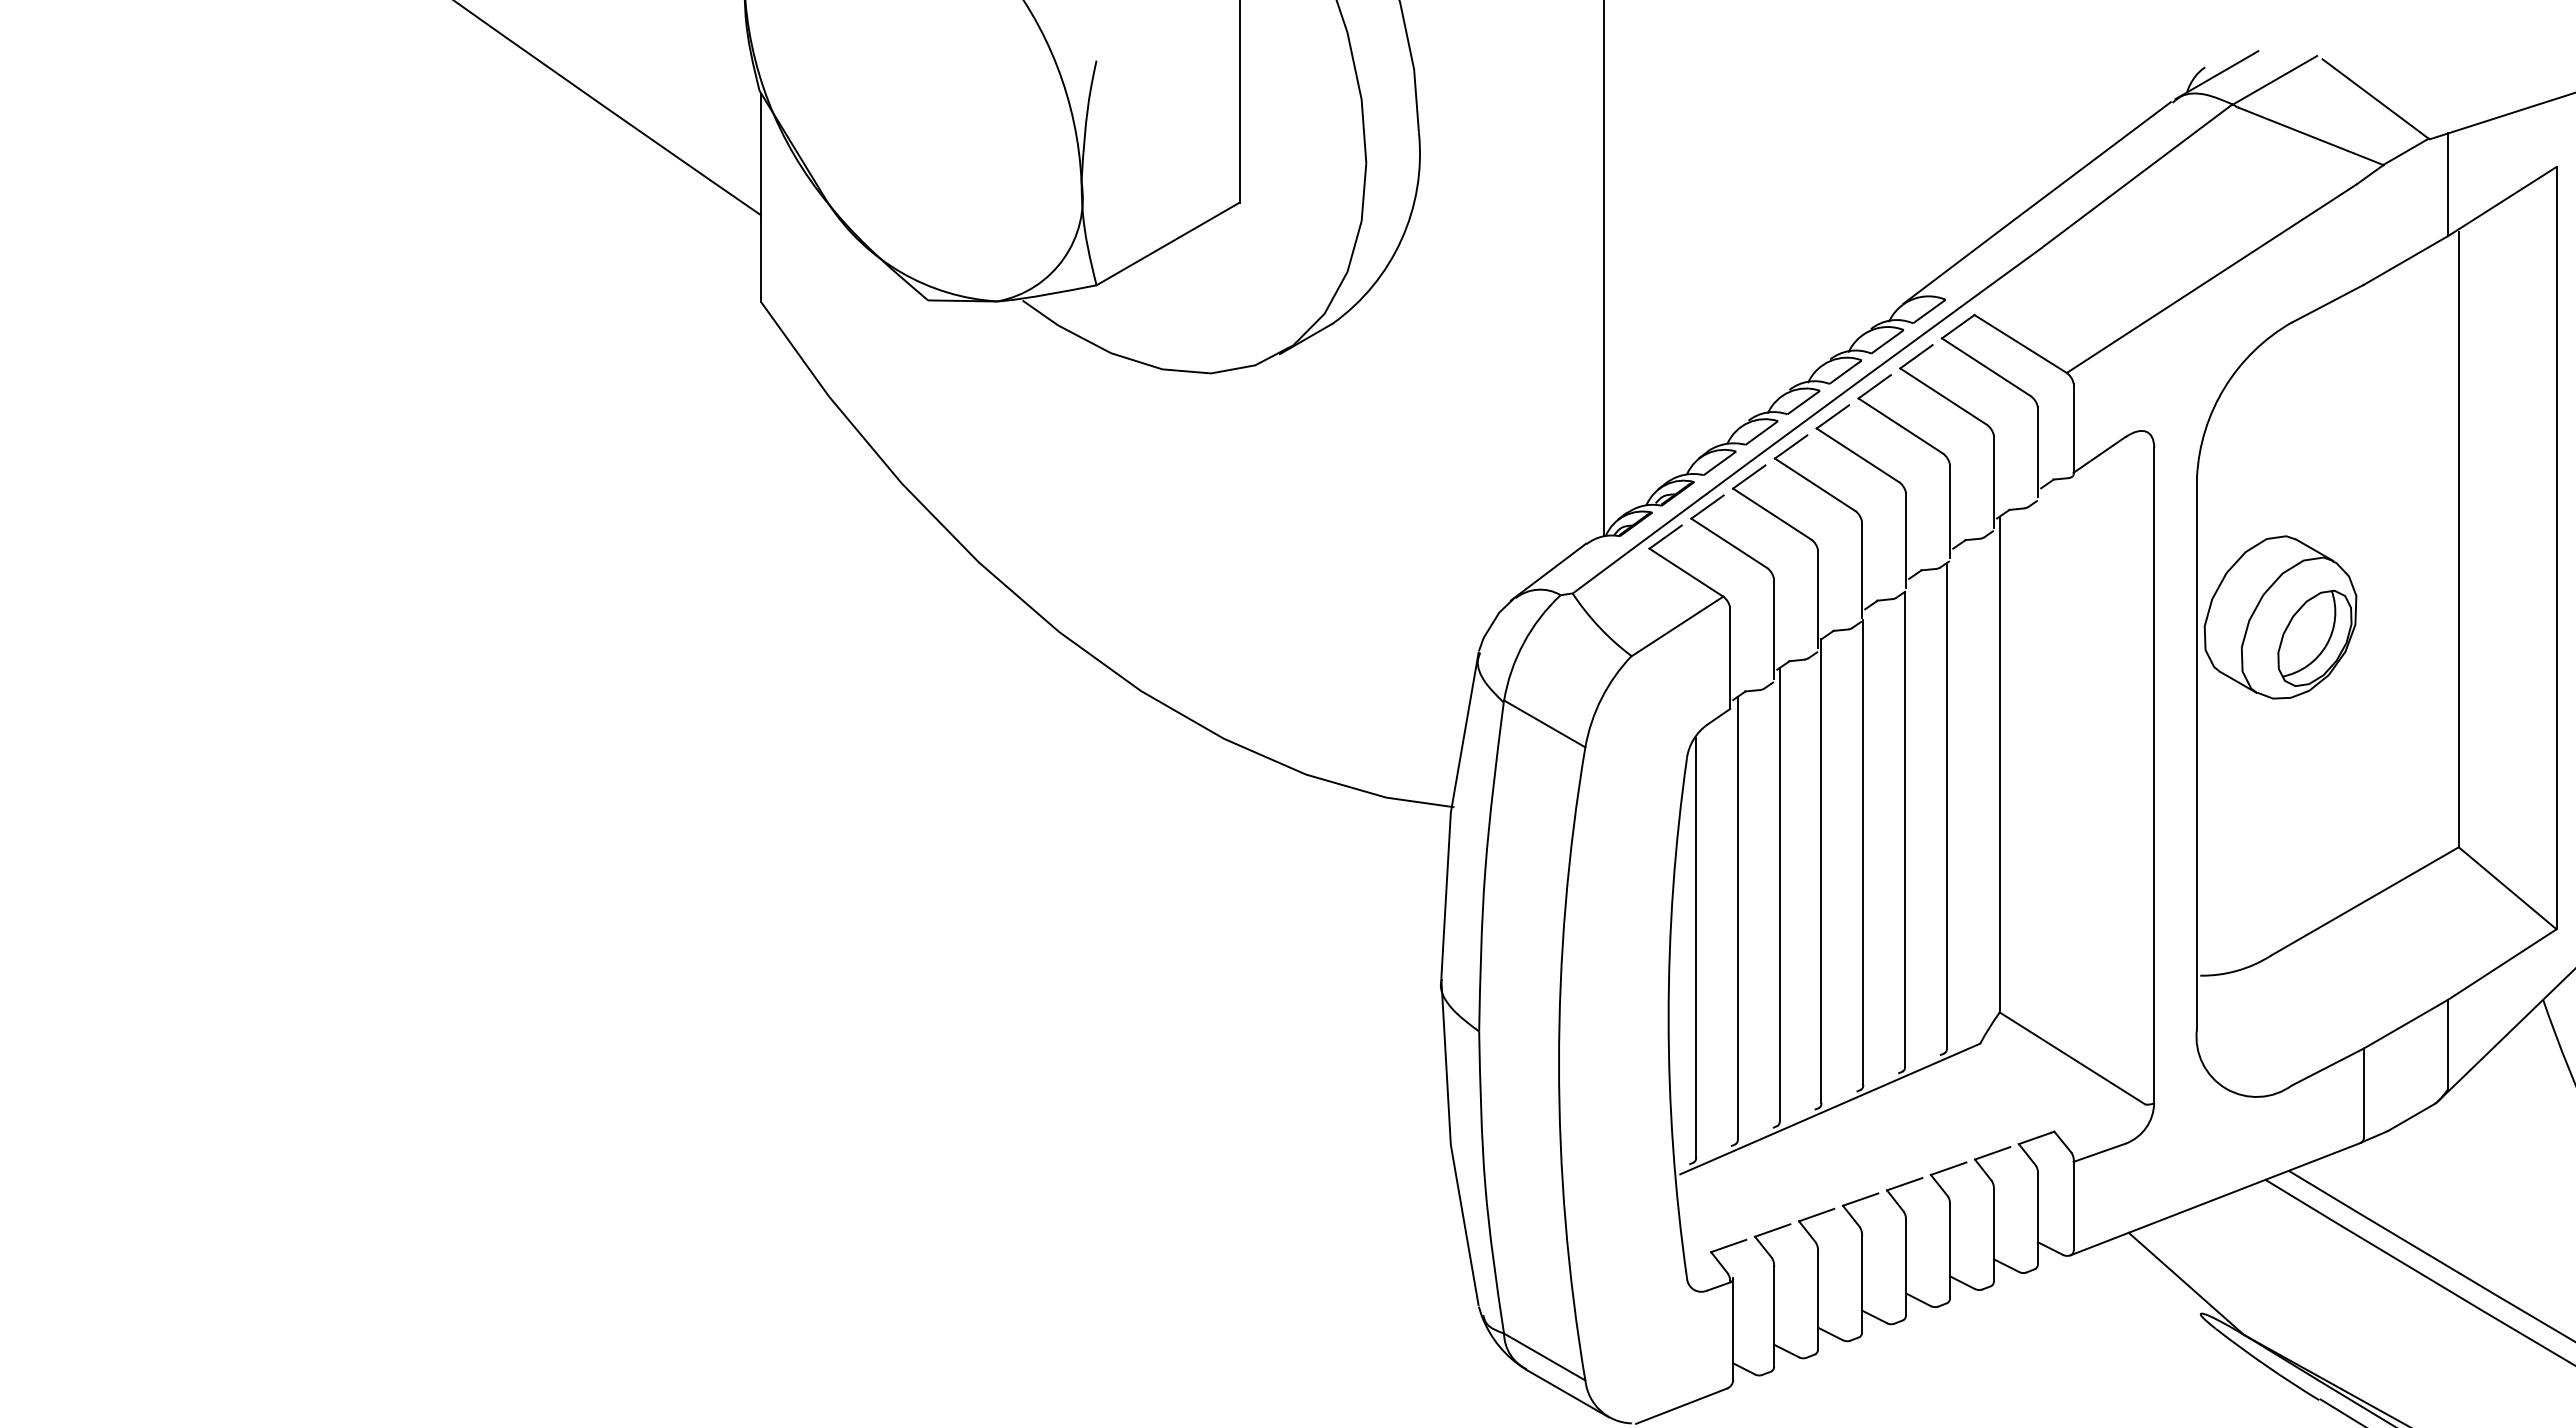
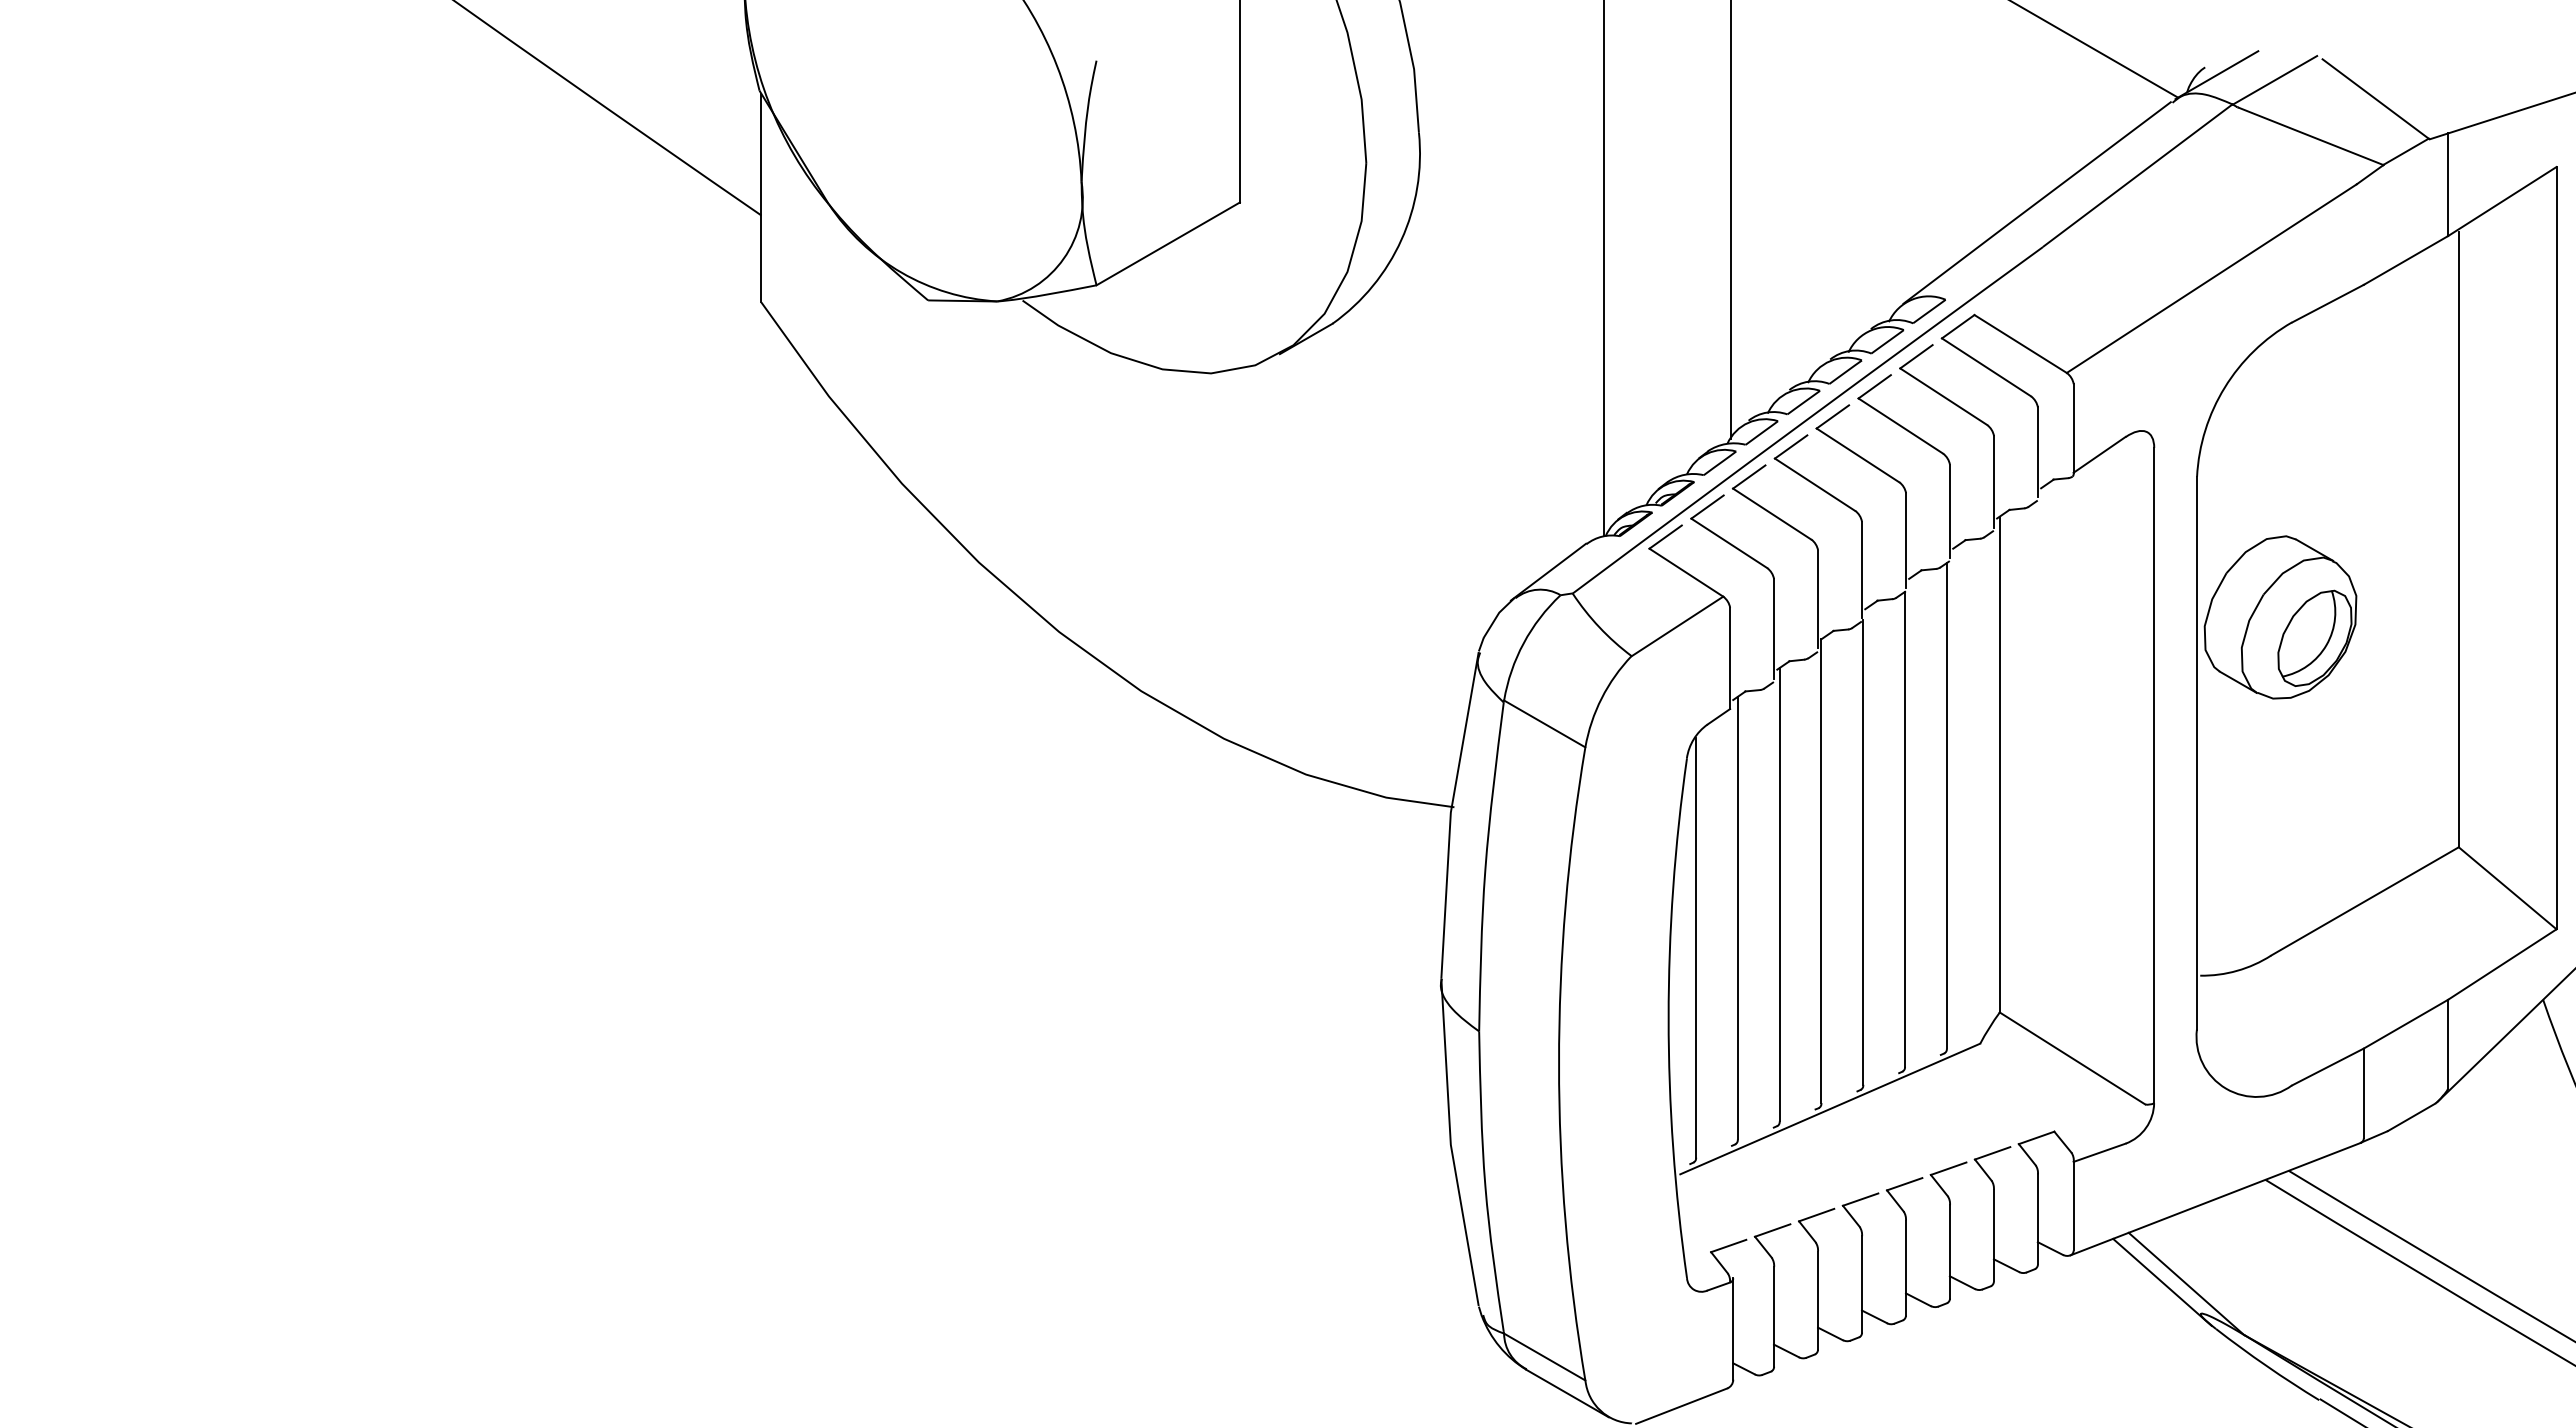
line at (2094, 49): none -> present
line at (1730, 220): none -> present
line at (2162, 1281): none -> present
